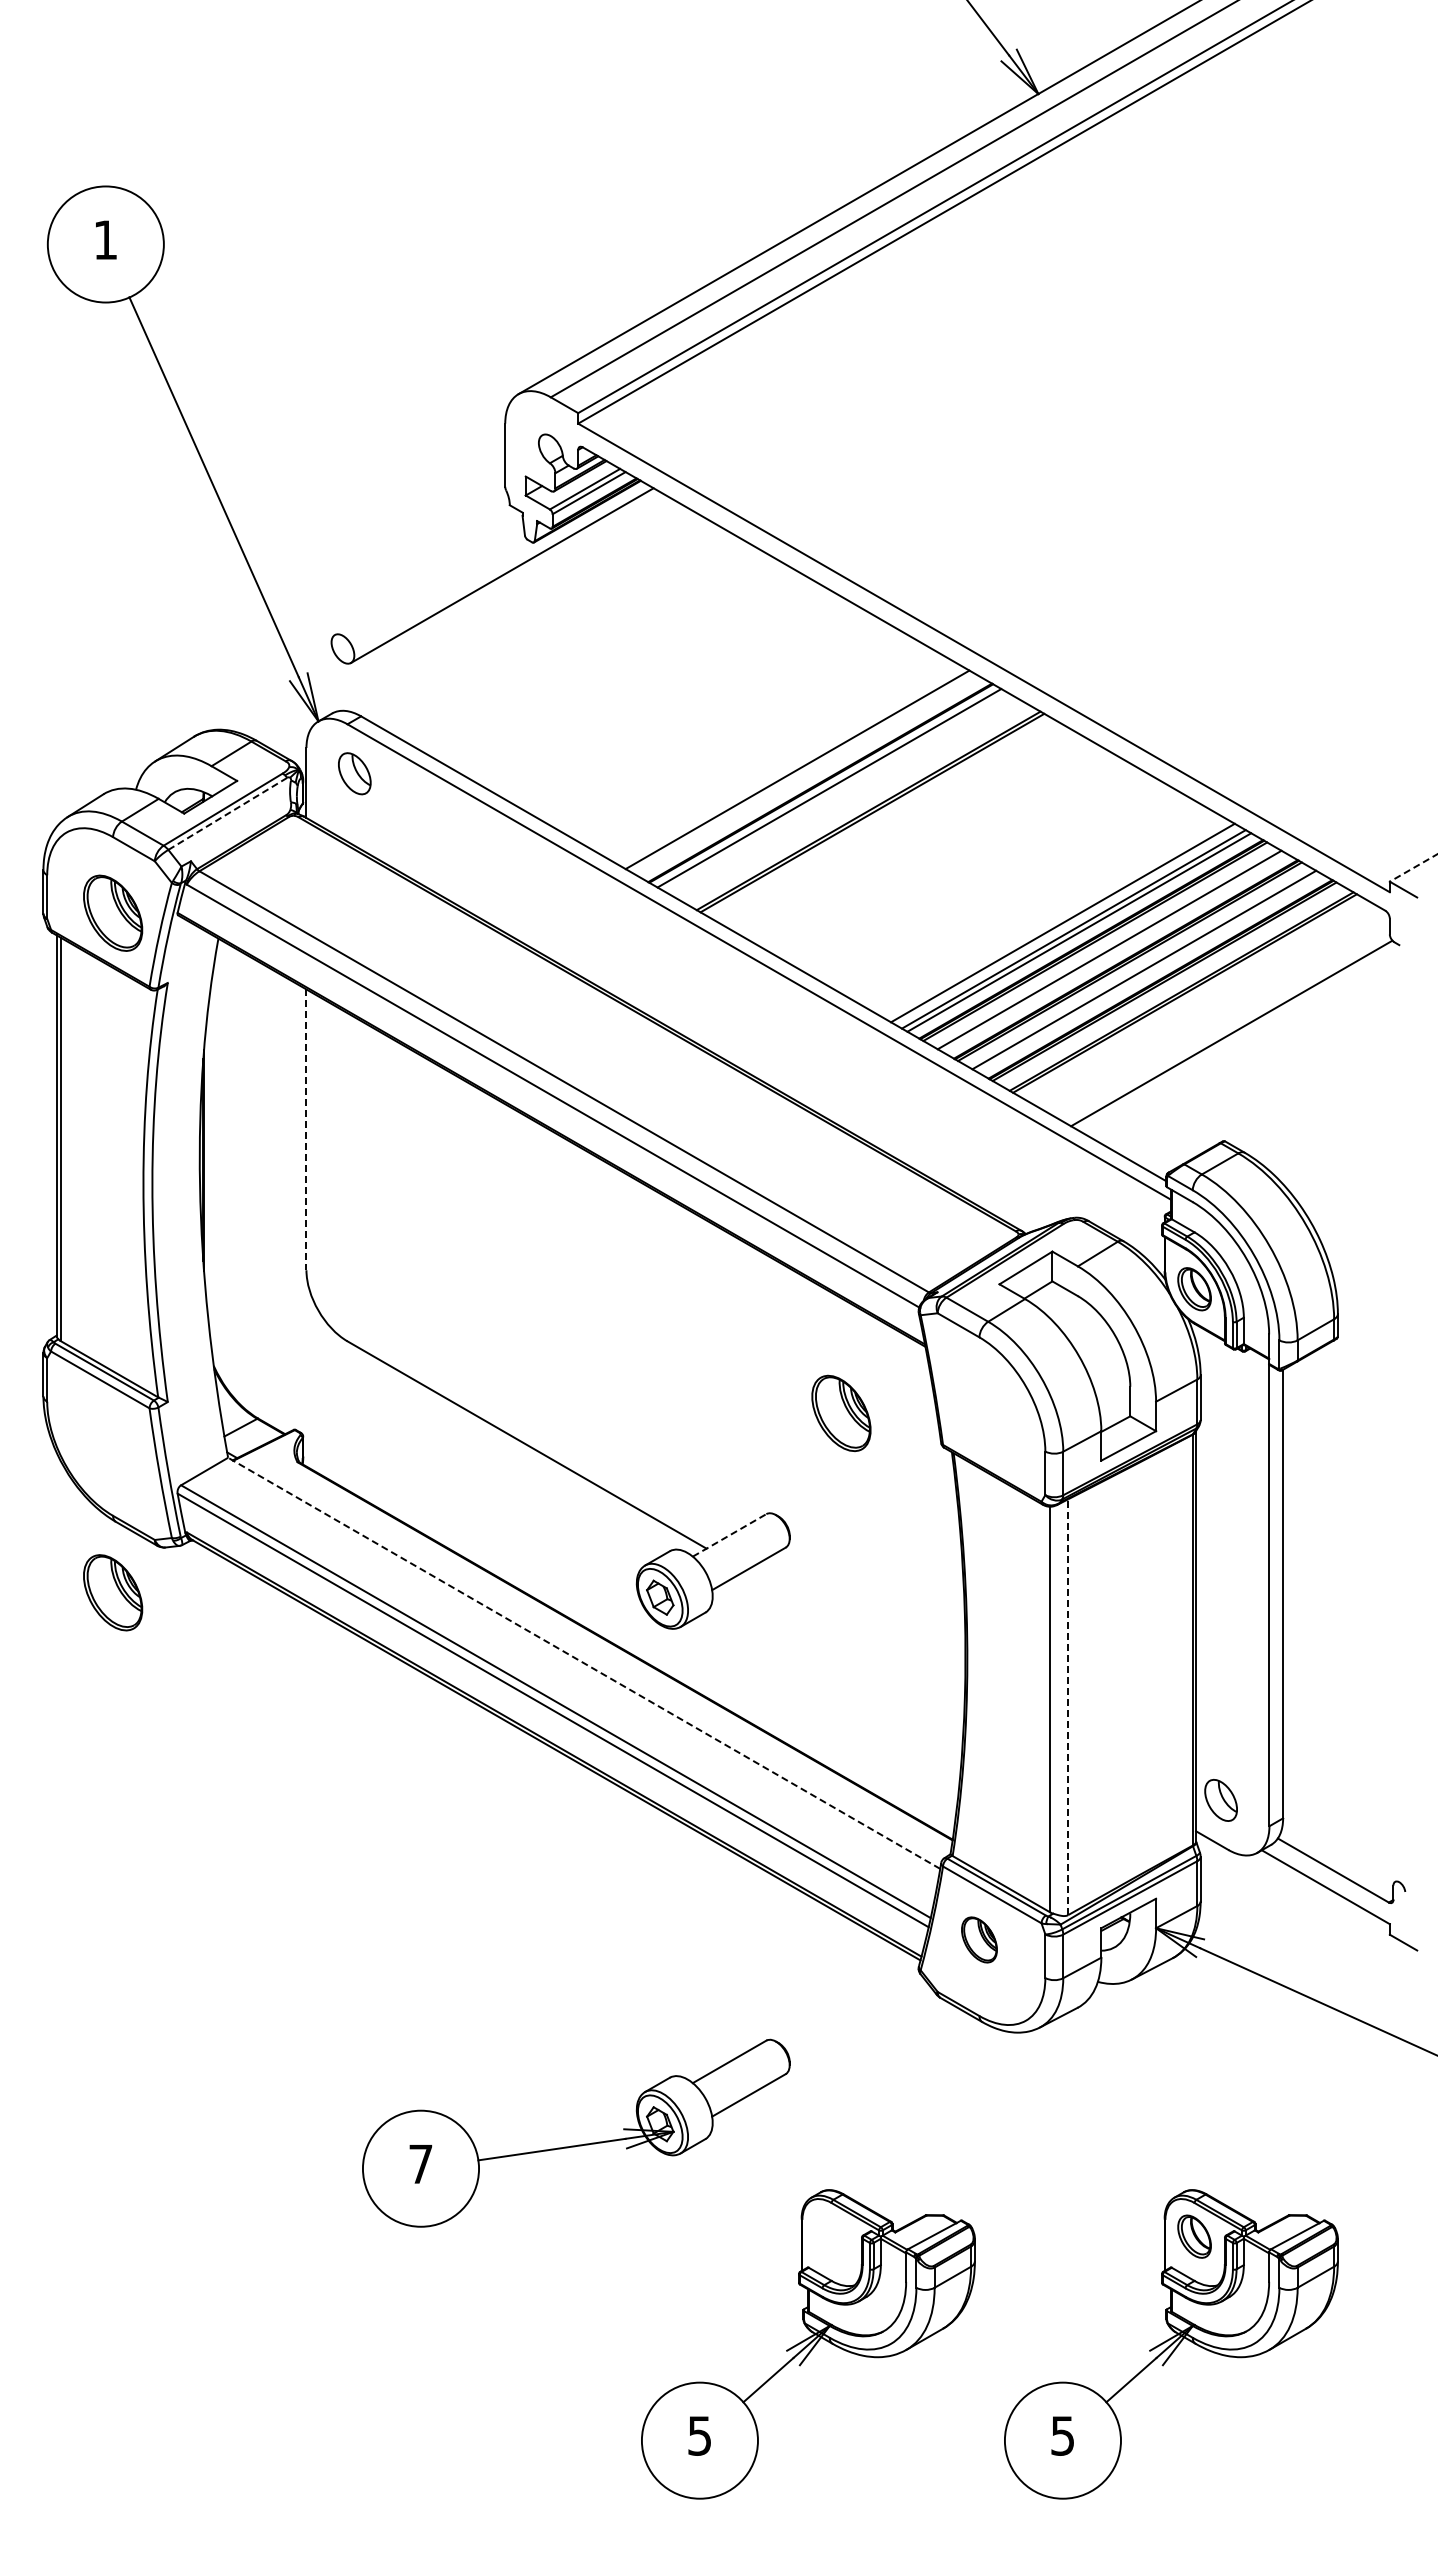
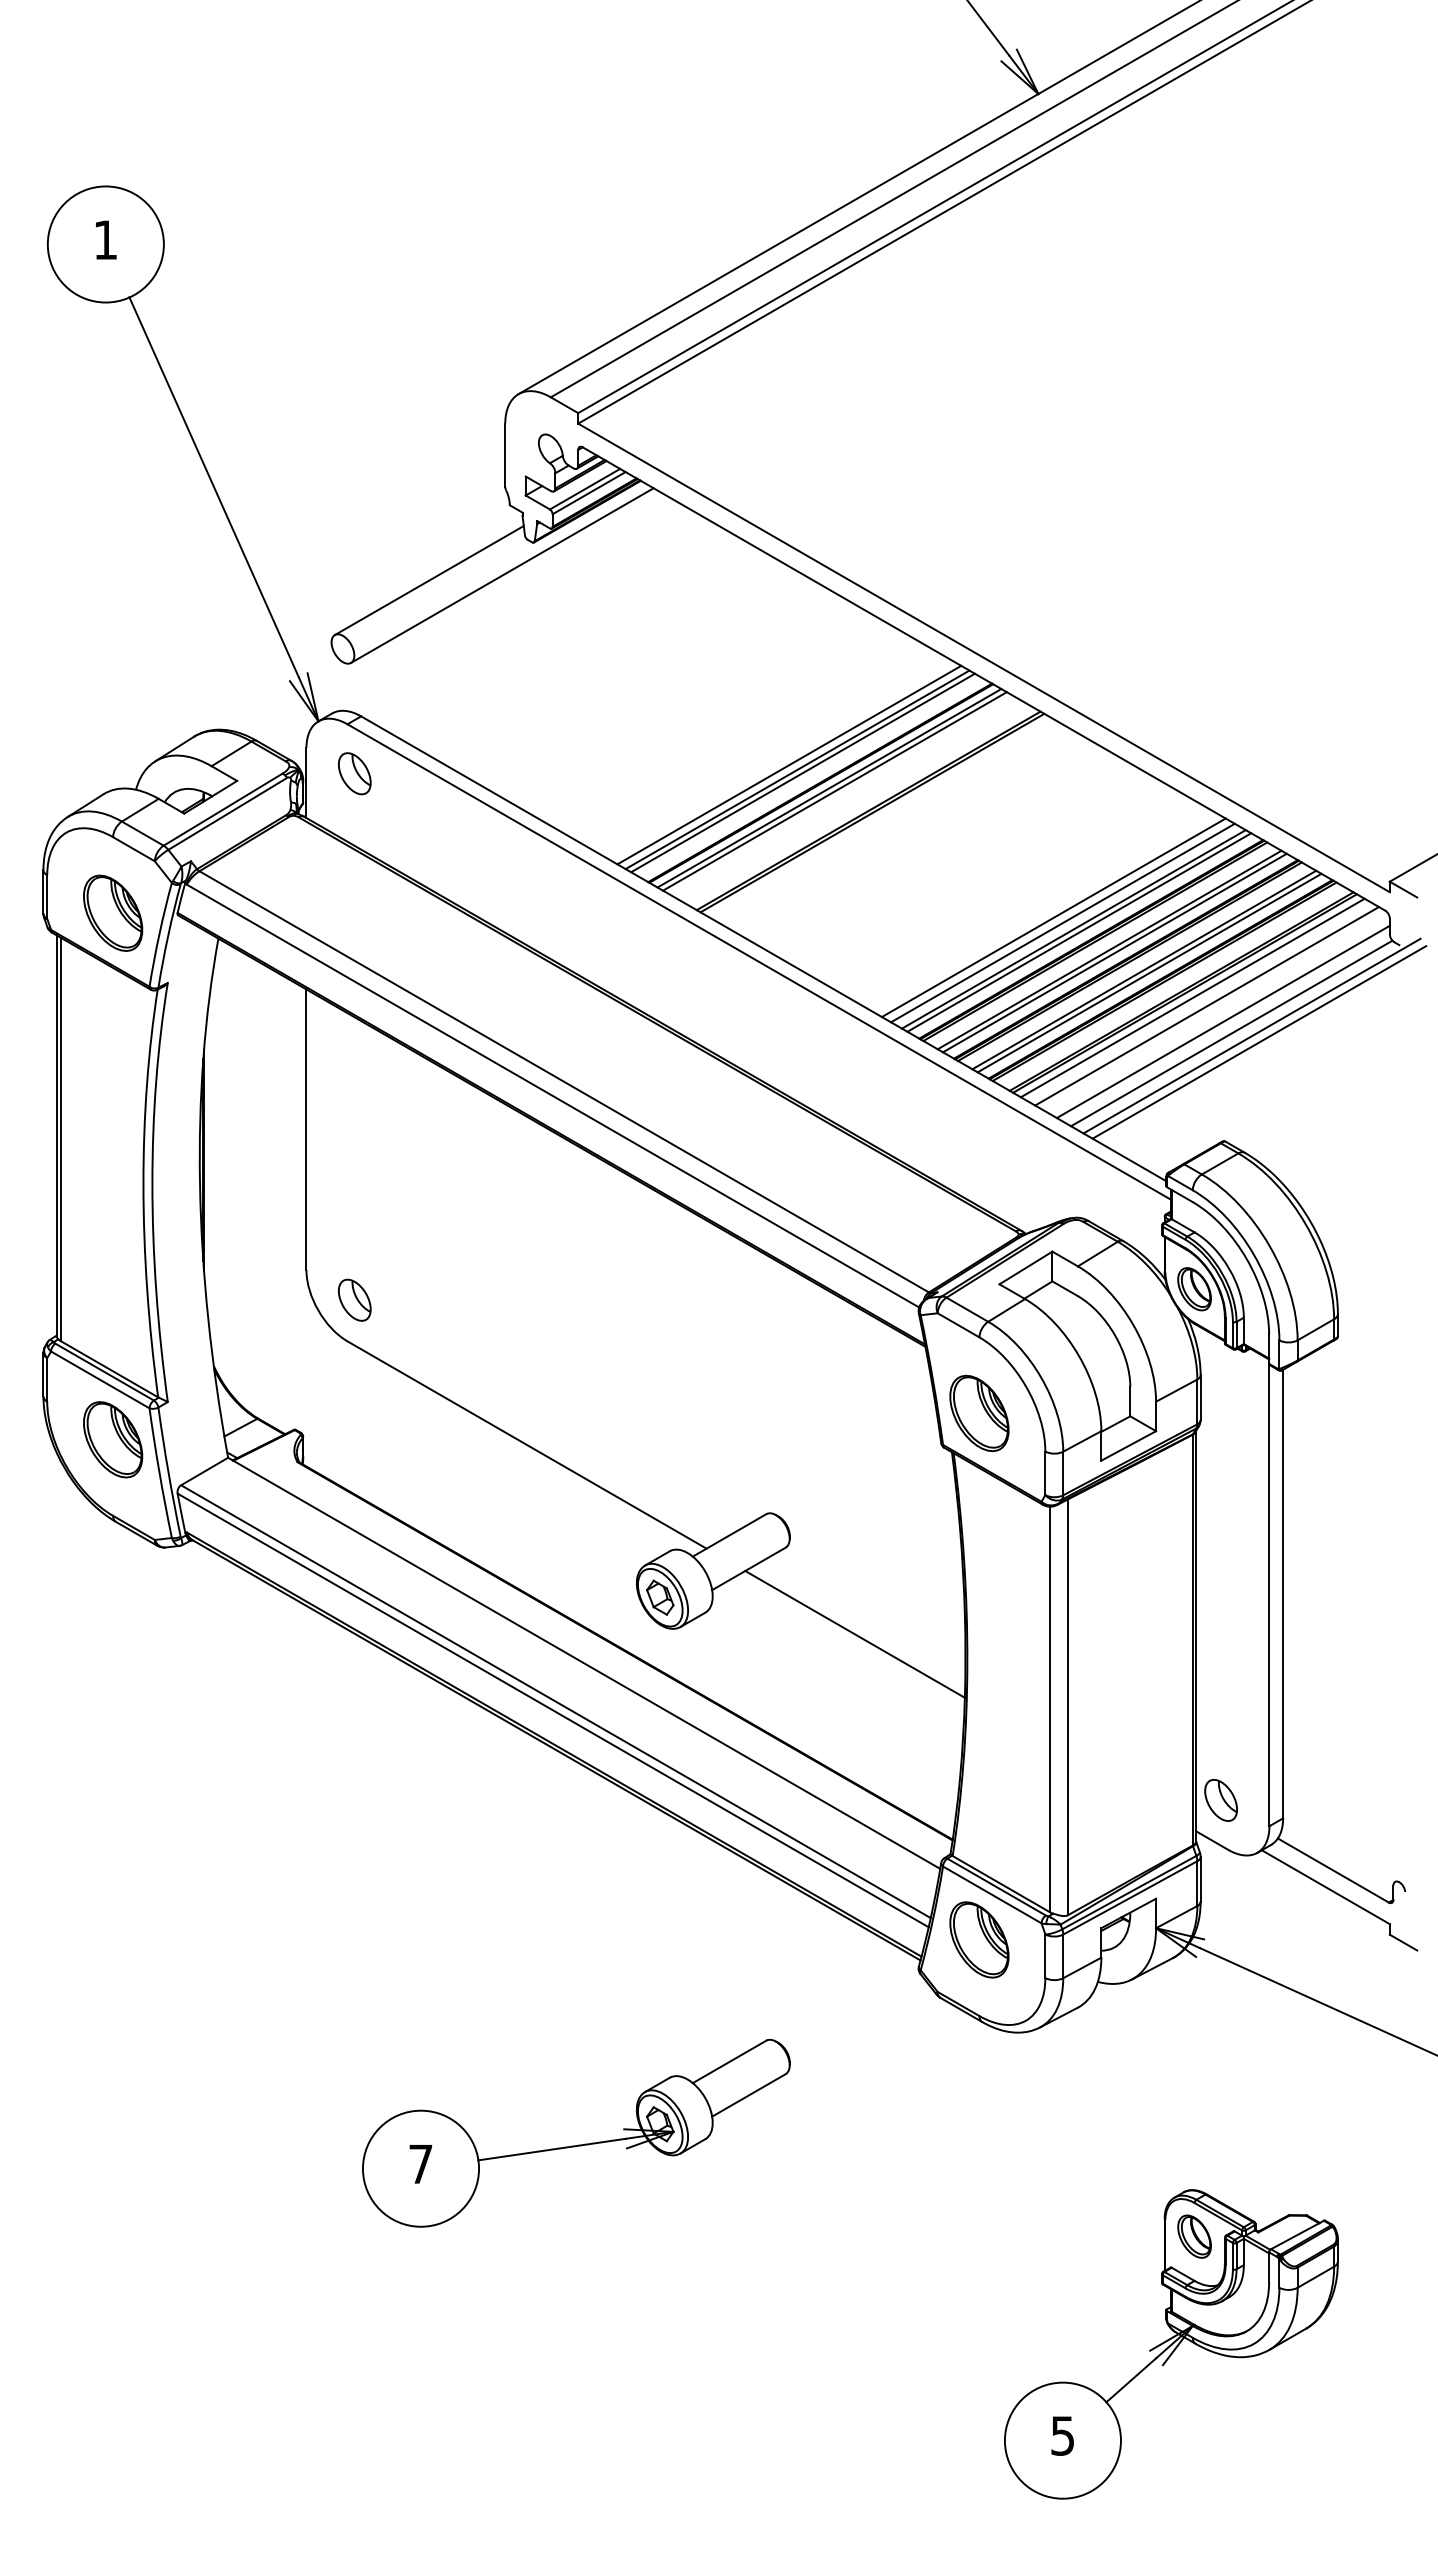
line at (428, 580): none -> present
line at (789, 764): none -> present
line at (802, 772): none -> present
line at (834, 791): none -> present
line at (227, 813): dashed -> solid
line at (1413, 868): dashed -> solid
line at (1053, 917): none -> present
line at (1114, 952): none -> present
line at (1149, 972): none -> present
line at (1192, 997): none -> present
line at (1206, 1006): none -> present
line at (1222, 1021): none -> present
line at (1251, 1035): none -> present
line at (1259, 1042): none -> present
line at (306, 1130): dashed -> solid
part at (354, 1299): none -> present
part at (841, 1412) position: (841, 1412) -> (979, 1412)
line at (730, 1535): dashed -> solid
part at (113, 1592) position: (113, 1592) -> (113, 1439)
line at (854, 1634): none -> present
line at (583, 1663): dashed -> solid
line at (1068, 1707): dashed -> solid
part at (979, 1939) size: 37x48 px -> 61x78 px
part at (808, 2344): present -> none
